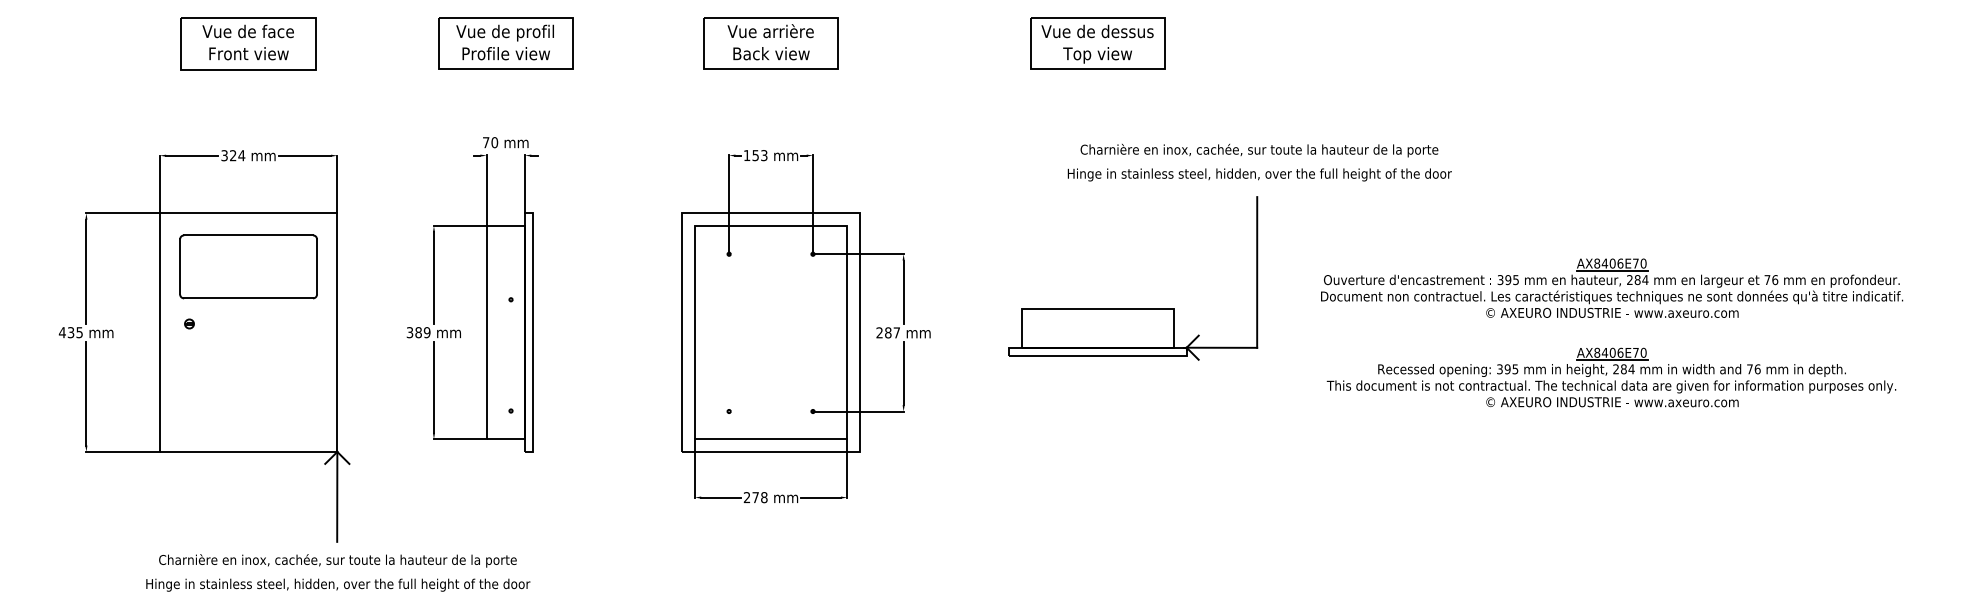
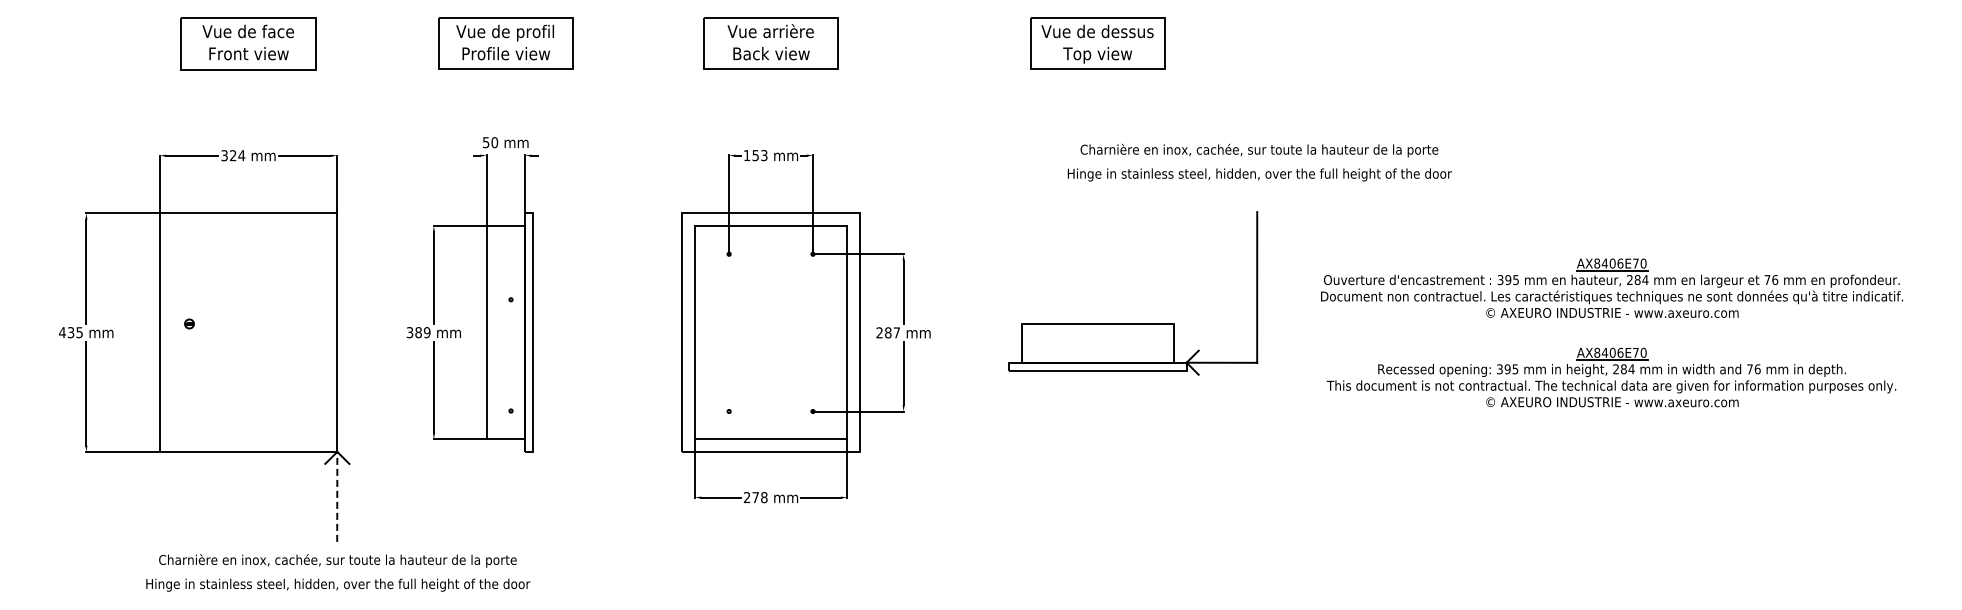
text at (486, 142): 70 -> 50
part at (248, 266): present -> none
part at (1133, 308) position: (1133, 308) -> (1133, 323)
line at (337, 496): solid -> dashed
